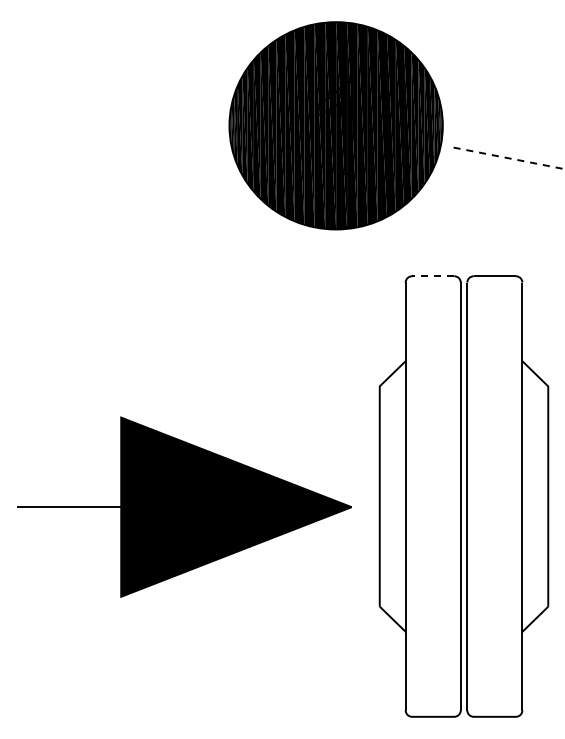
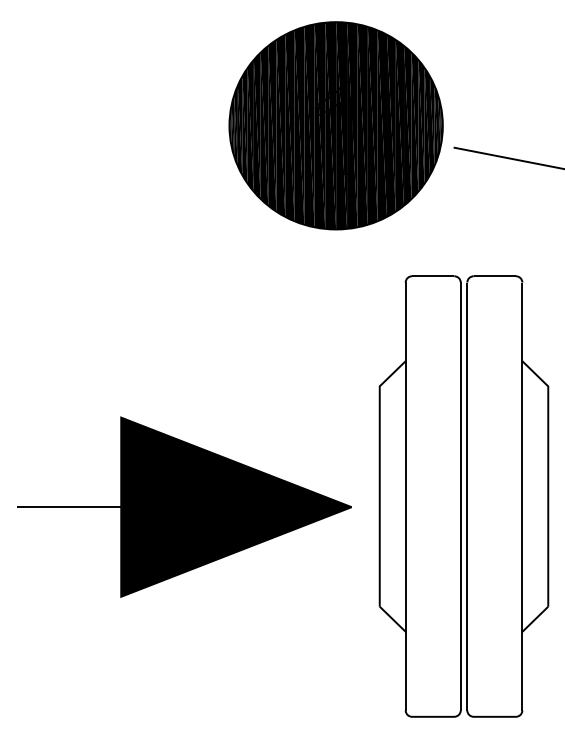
line at (509, 158): dashed -> solid
line at (432, 276): dashed -> solid
